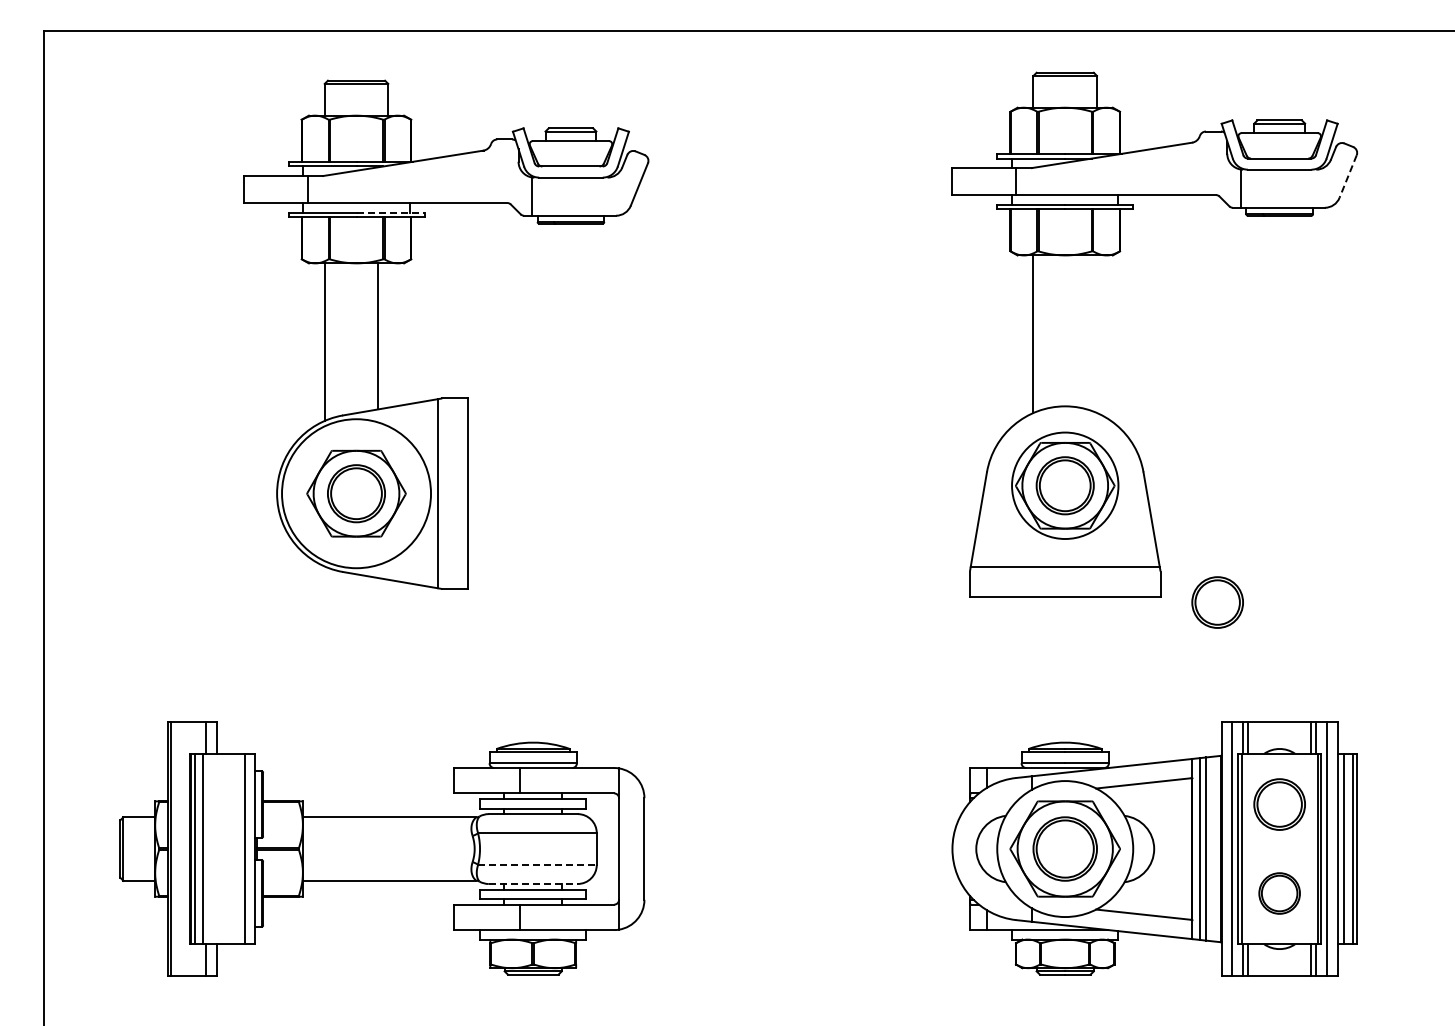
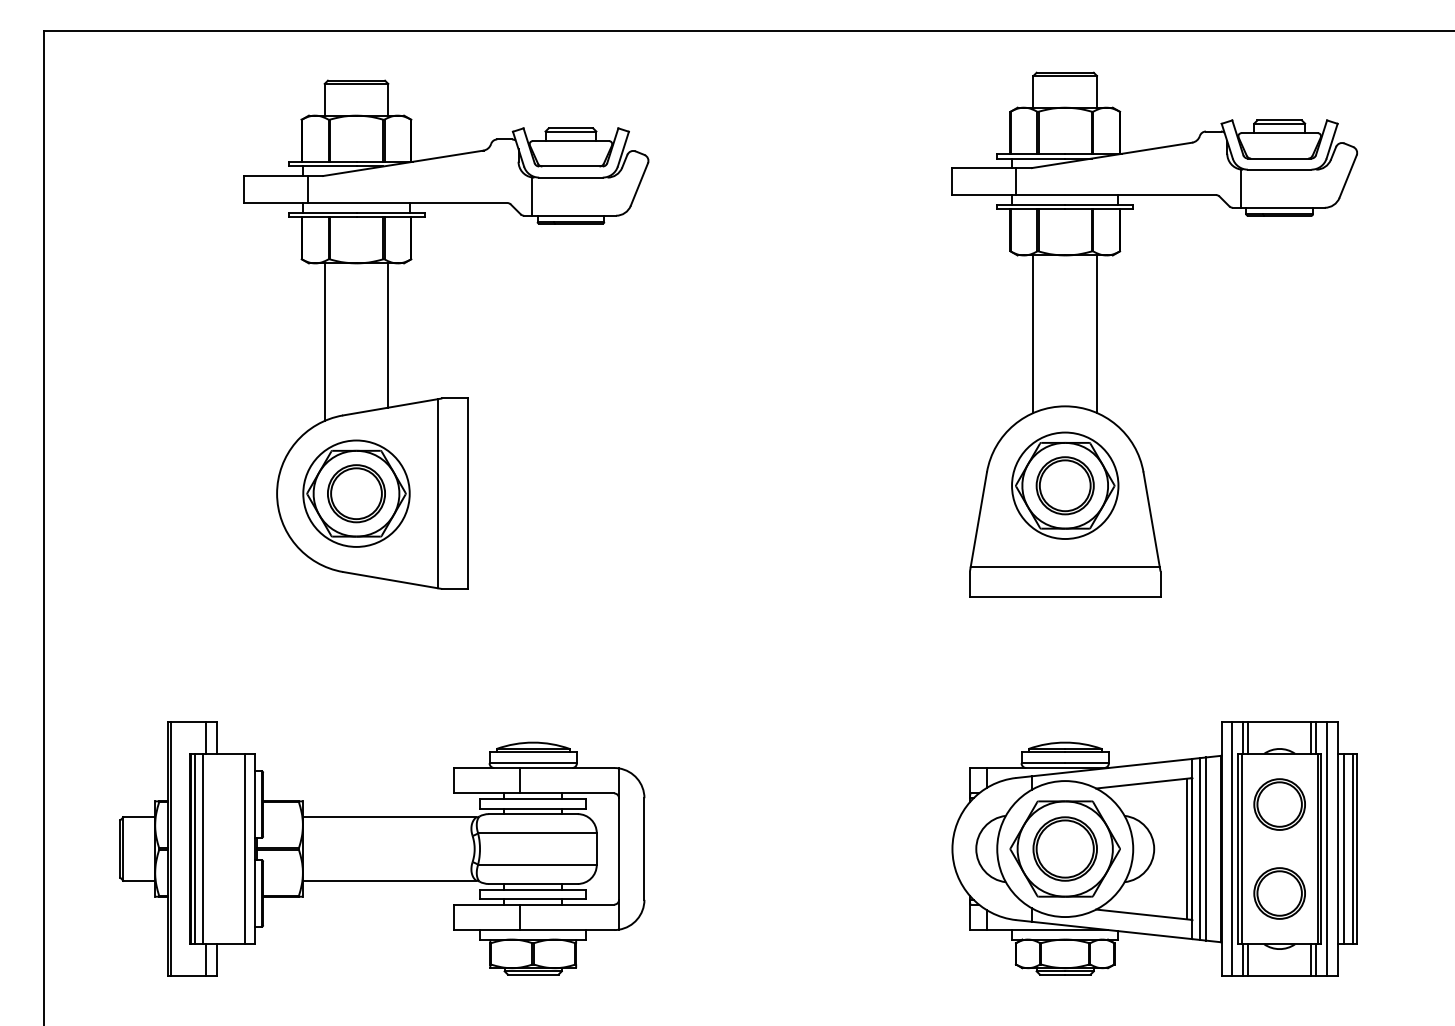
line at (1348, 176): dashed -> solid
line at (390, 212): dashed -> solid
line at (1097, 334): none -> present
line at (378, 335) position: (378, 335) -> (388, 335)
circle at (356, 493) diameter: 149 px -> 106 px
part at (1217, 602): present -> none
line at (1187, 848): none -> present
line at (537, 864): dashed -> solid
line at (533, 883): dashed -> solid
part at (1279, 893) size: 43x43 px -> 53x53 px
